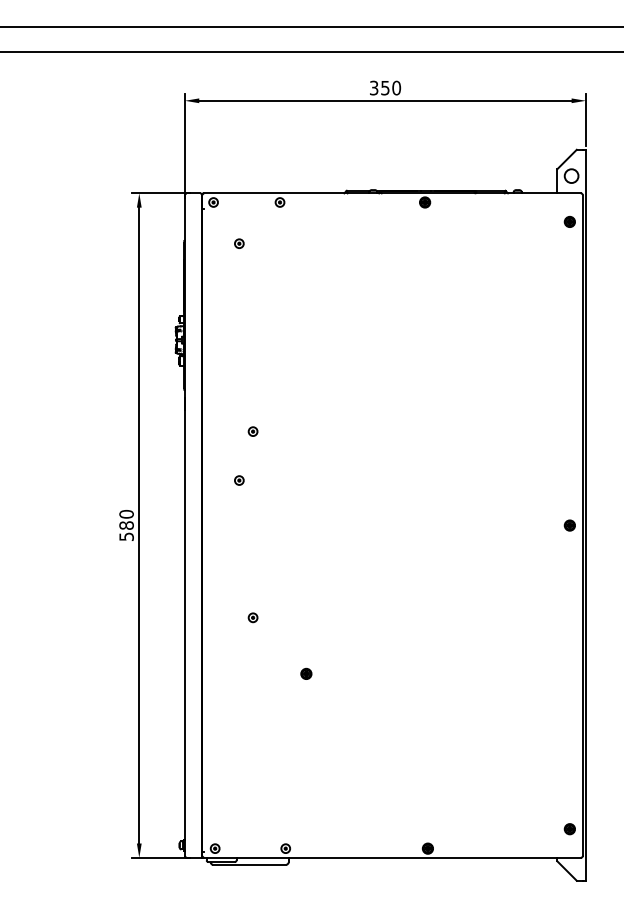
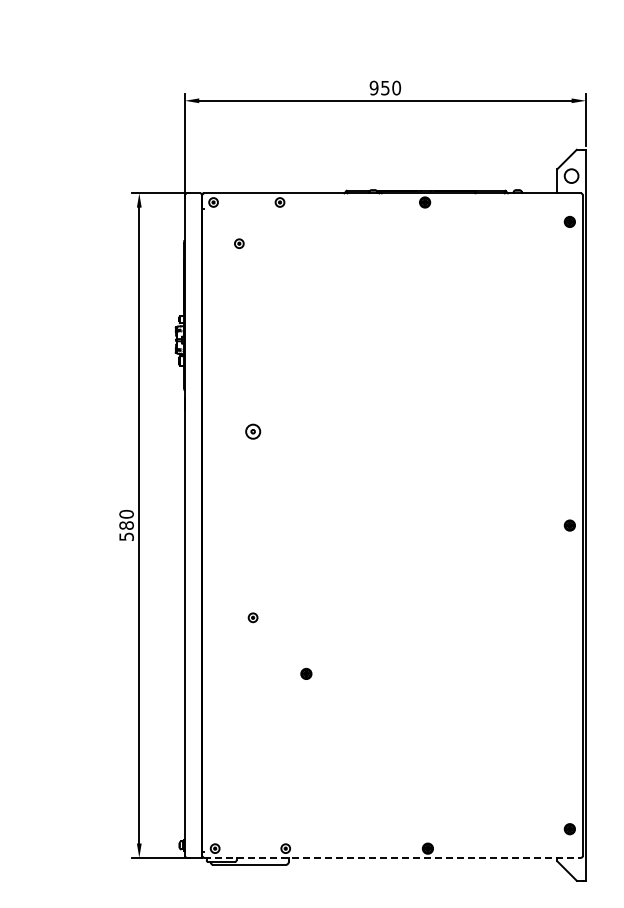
line at (311, 27): present -> none
line at (311, 52): present -> none
text at (373, 87): 350 -> 950
part at (252, 431) size: 12x11 px -> 17x17 px
part at (239, 480): present -> none
line at (393, 857): solid -> dashed
